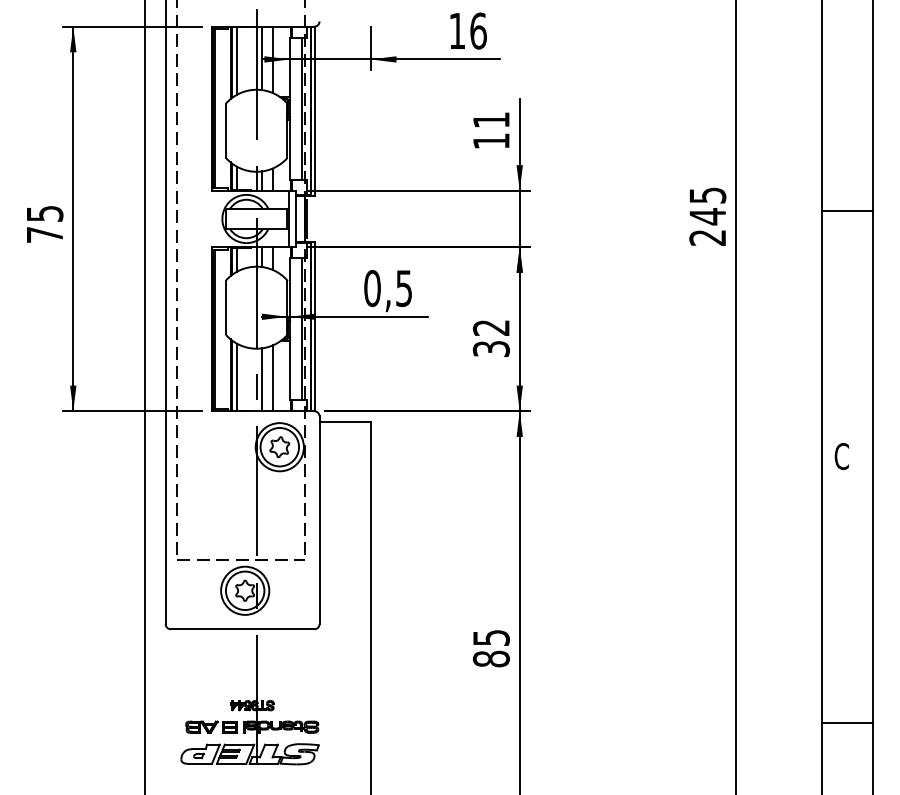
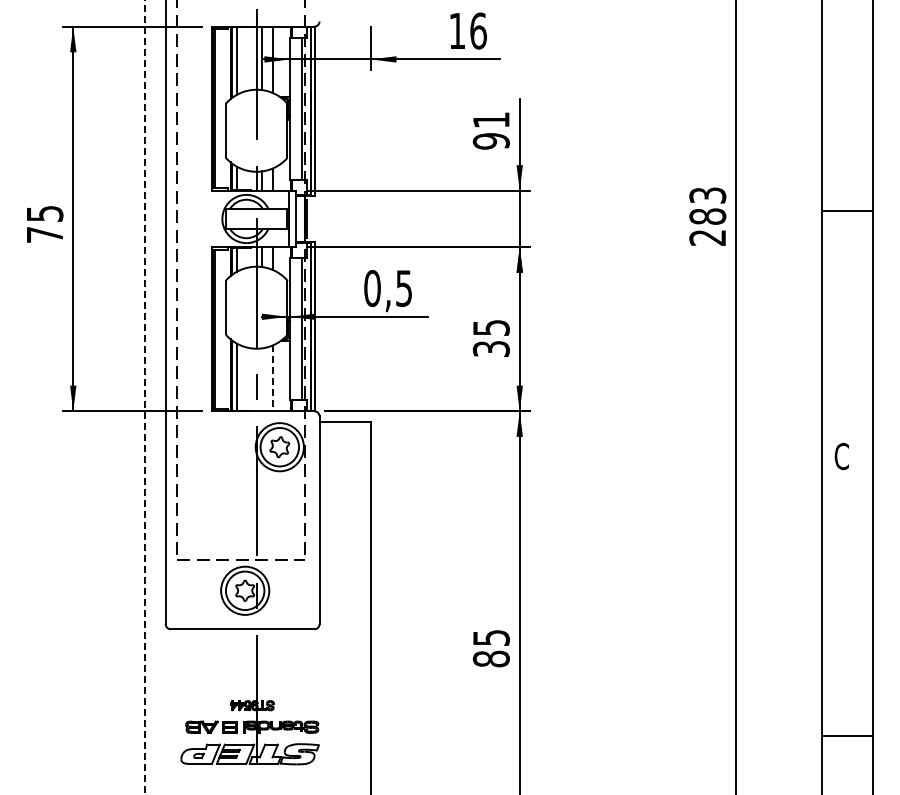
text at (490, 141): 11 -> 91
text at (707, 206): 245 -> 283
text at (490, 327): 32 -> 35
line at (272, 378): solid -> dashed
line at (262, 379): present -> none
line at (145, 396): solid -> dashed
line at (846, 723) position: (846, 723) -> (846, 736)
